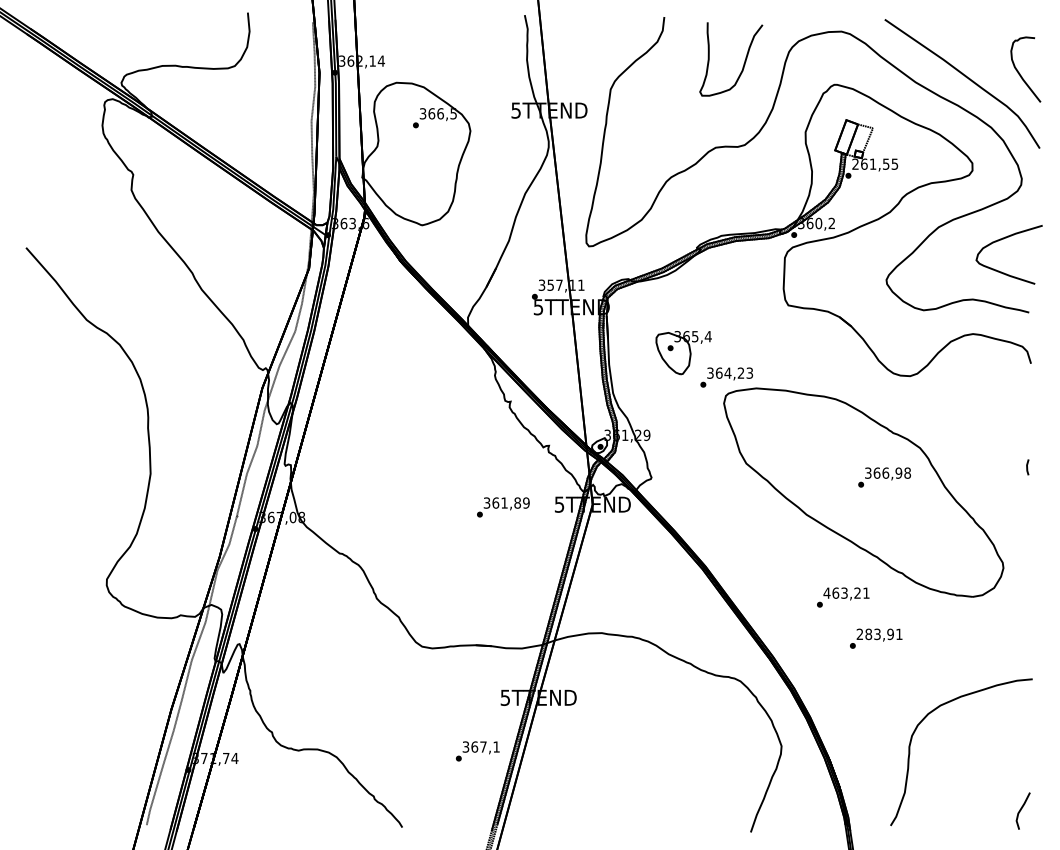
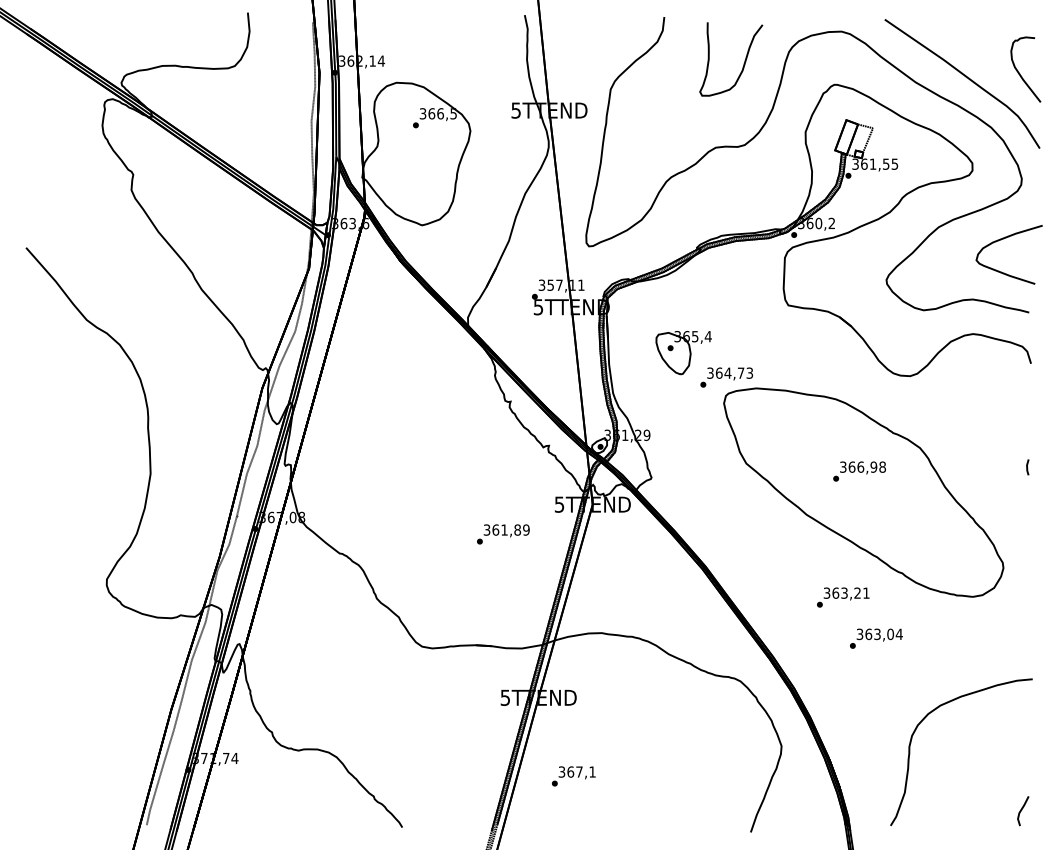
text at (855, 164): 261,55 -> 361,55
text at (740, 372): 364,23 -> 364,73
text at (884, 477) position: (884, 477) -> (859, 471)
text at (503, 507) position: (503, 507) -> (503, 534)
text at (826, 592): 463,21 -> 363,21
text at (879, 634): 283,91 -> 363,04
text at (477, 751) position: (477, 751) -> (573, 776)
part at (1022, 810) size: 16x38 px -> 13x31 px
